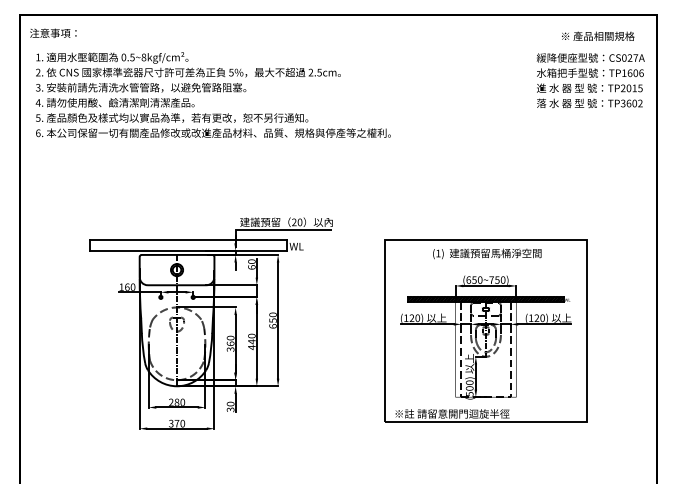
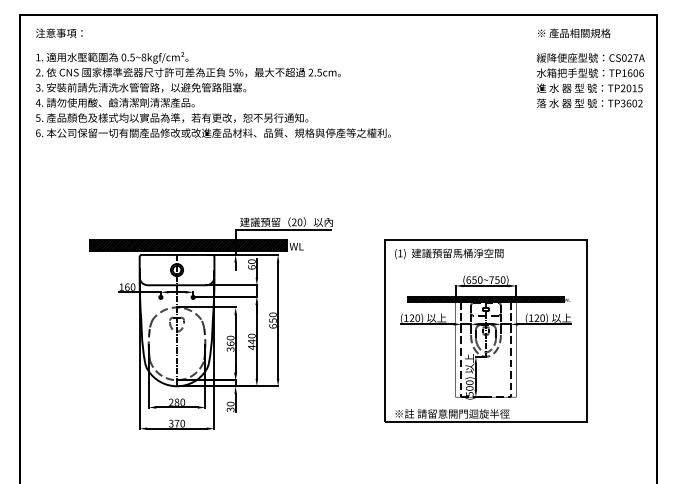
text at (53, 32) position: (53, 32) -> (59, 32)
text at (598, 35) position: (598, 35) -> (574, 32)
hatch at (188, 245): none -> present
text at (487, 253) position: (487, 253) -> (449, 253)
